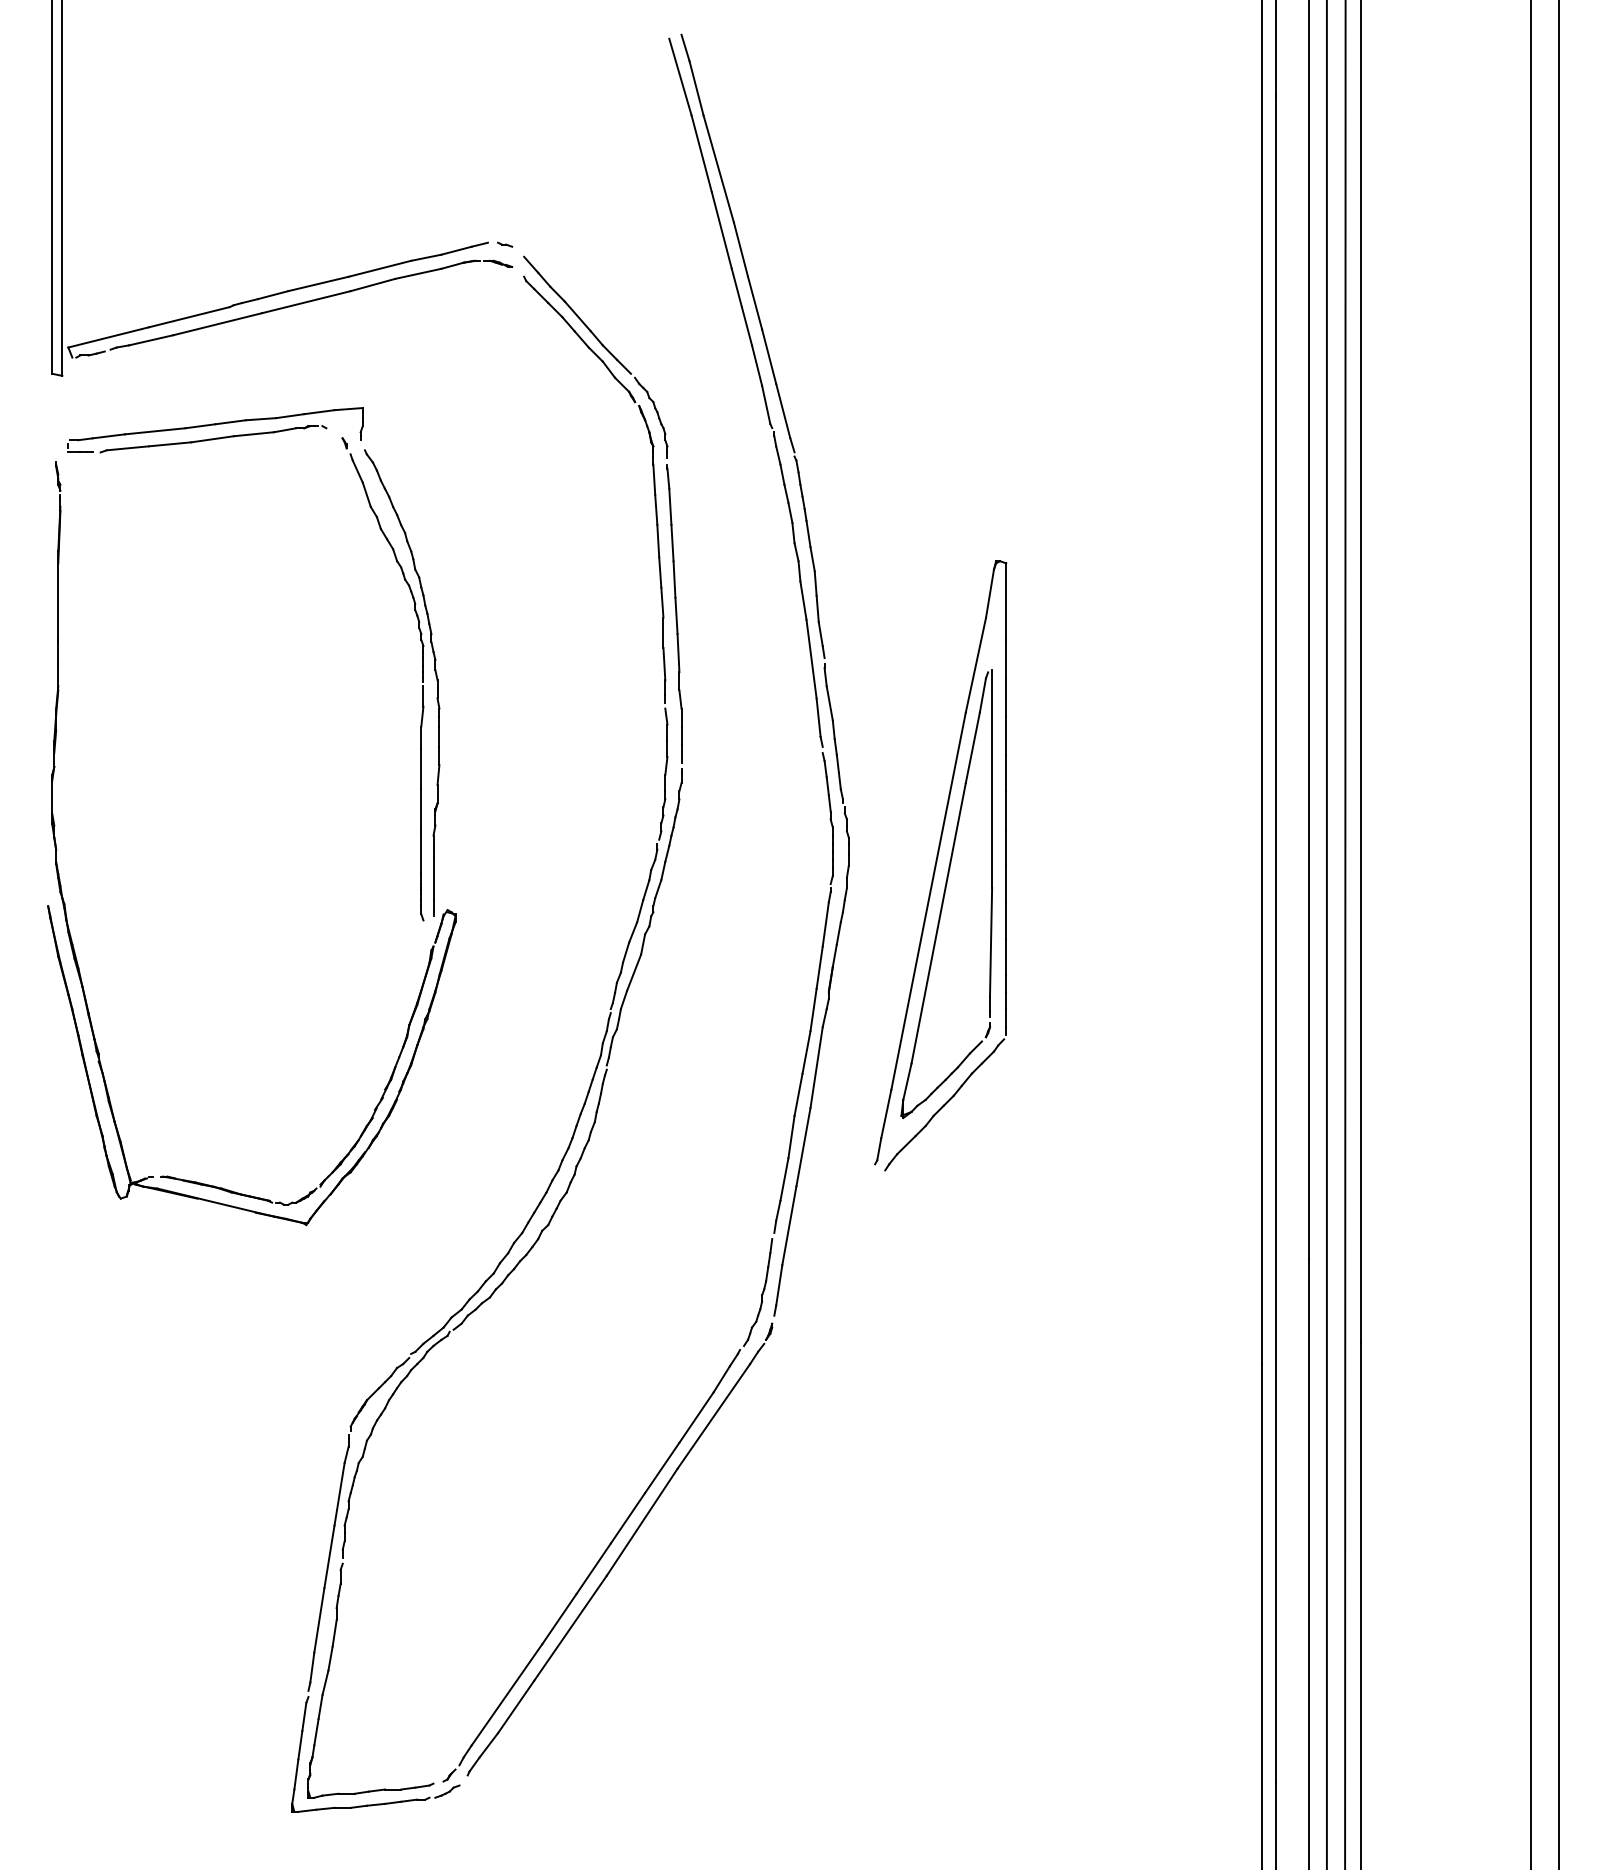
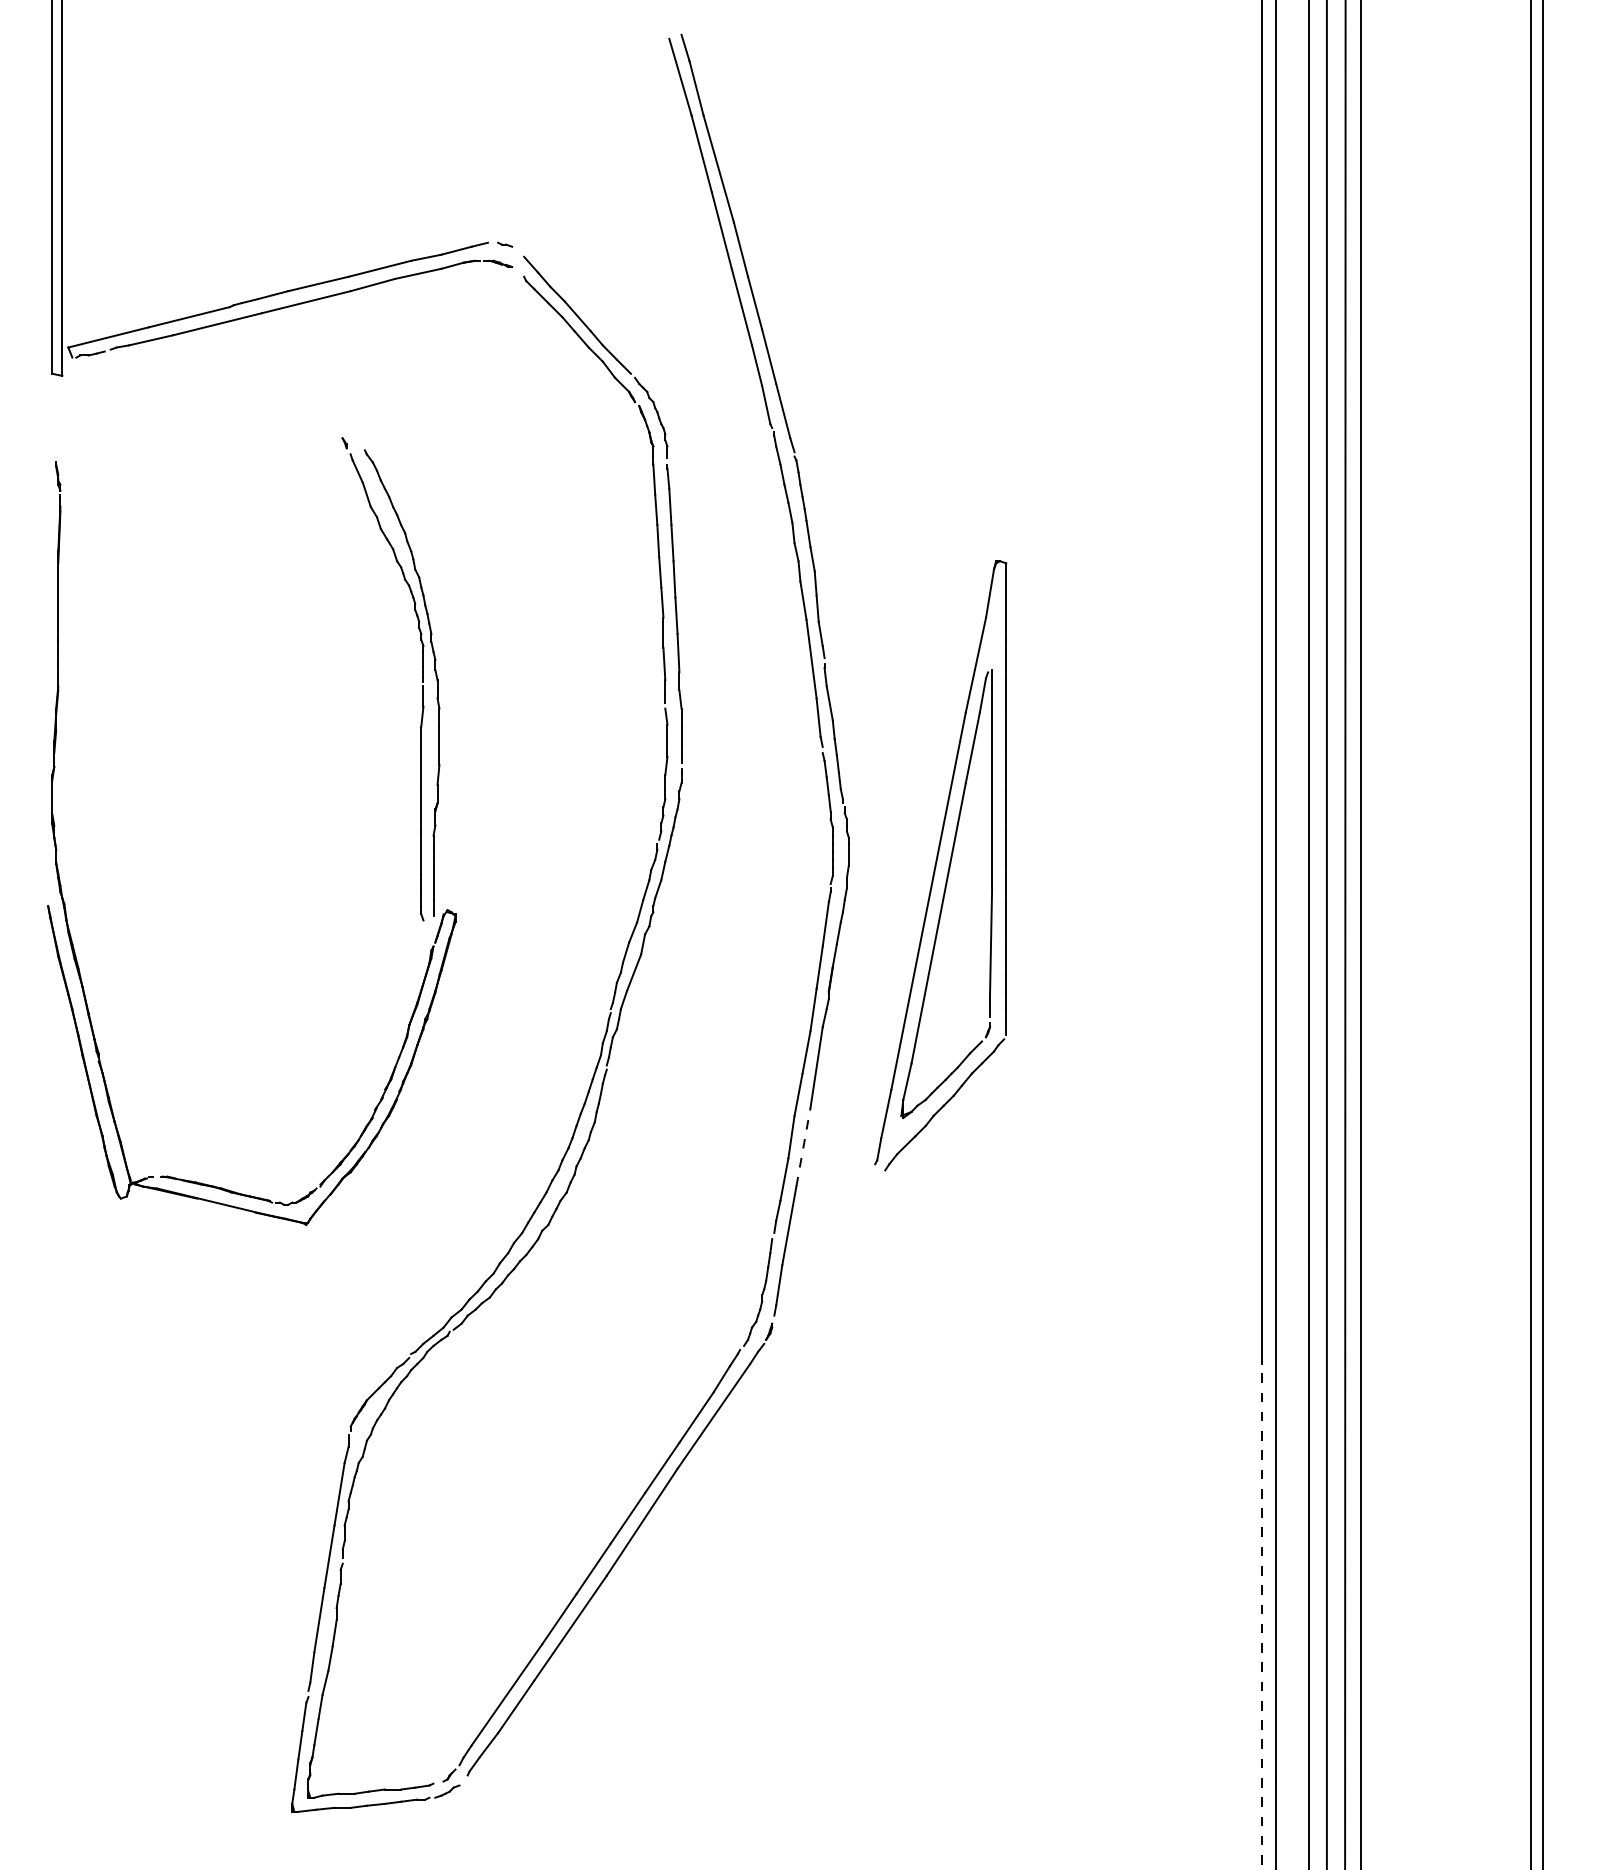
part at (215, 430): present -> none
line at (1558, 934) position: (1558, 934) -> (1542, 934)
line at (803, 1147): solid -> dashed
line at (1262, 1616): solid -> dashed
